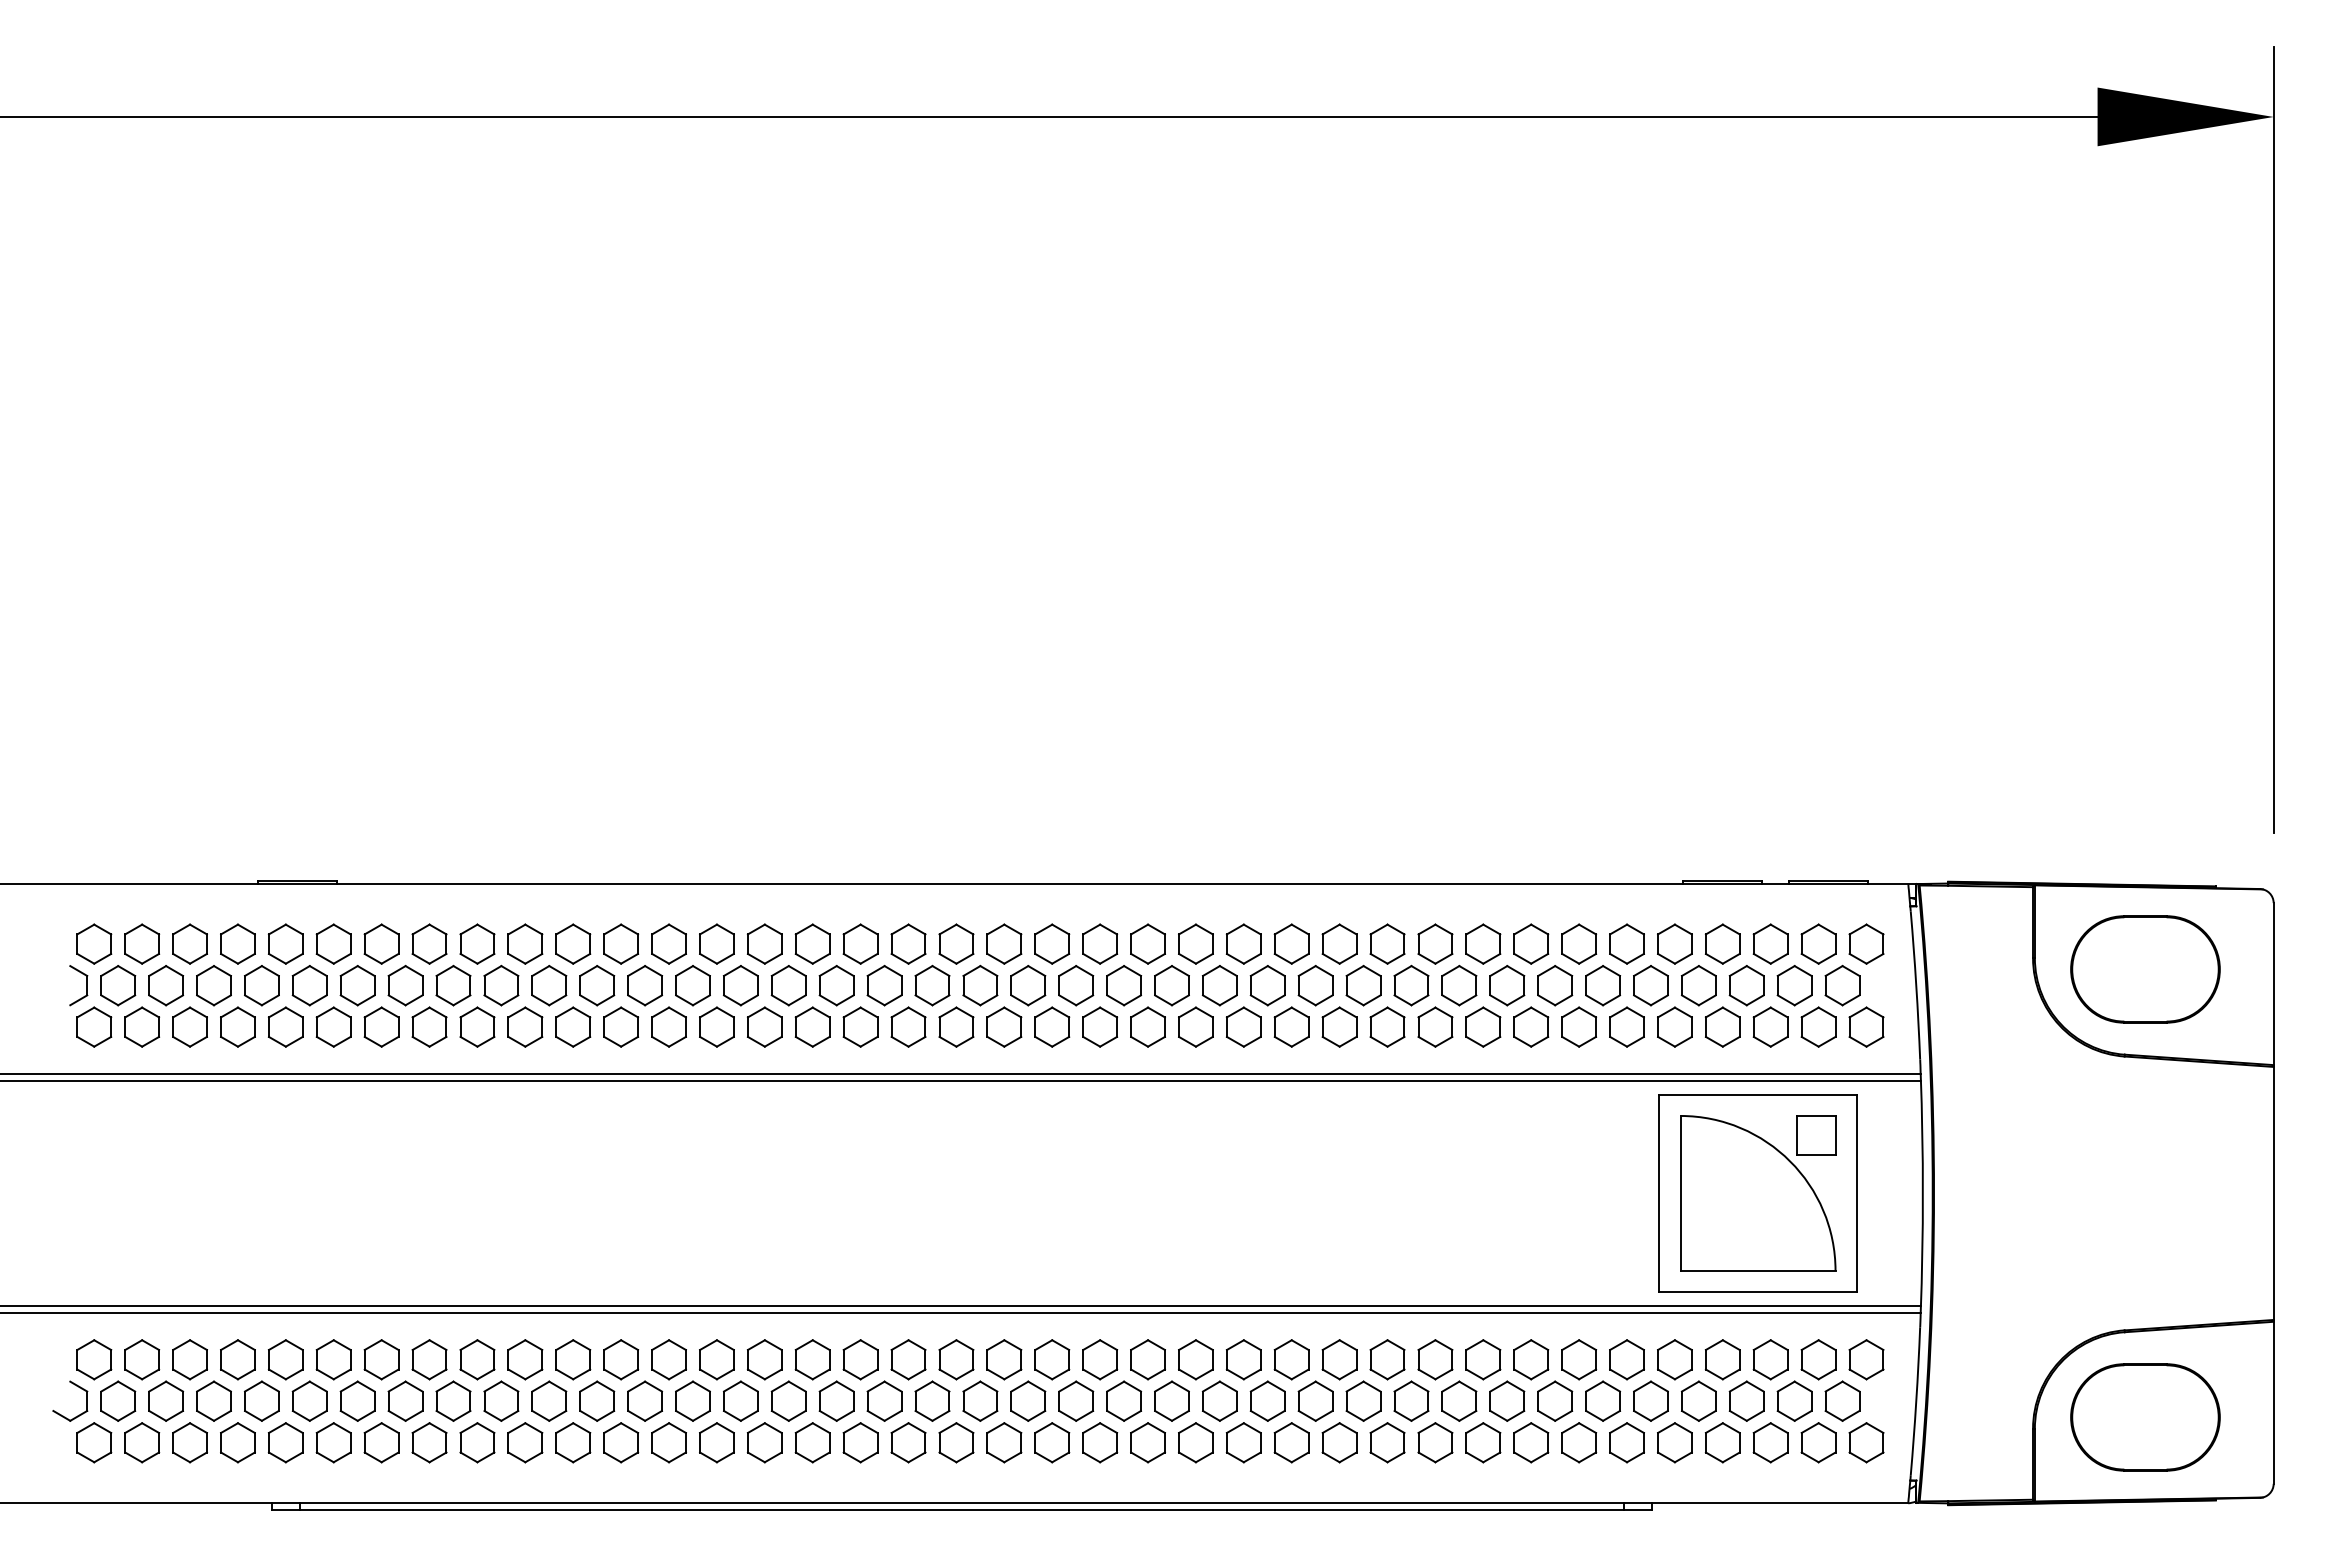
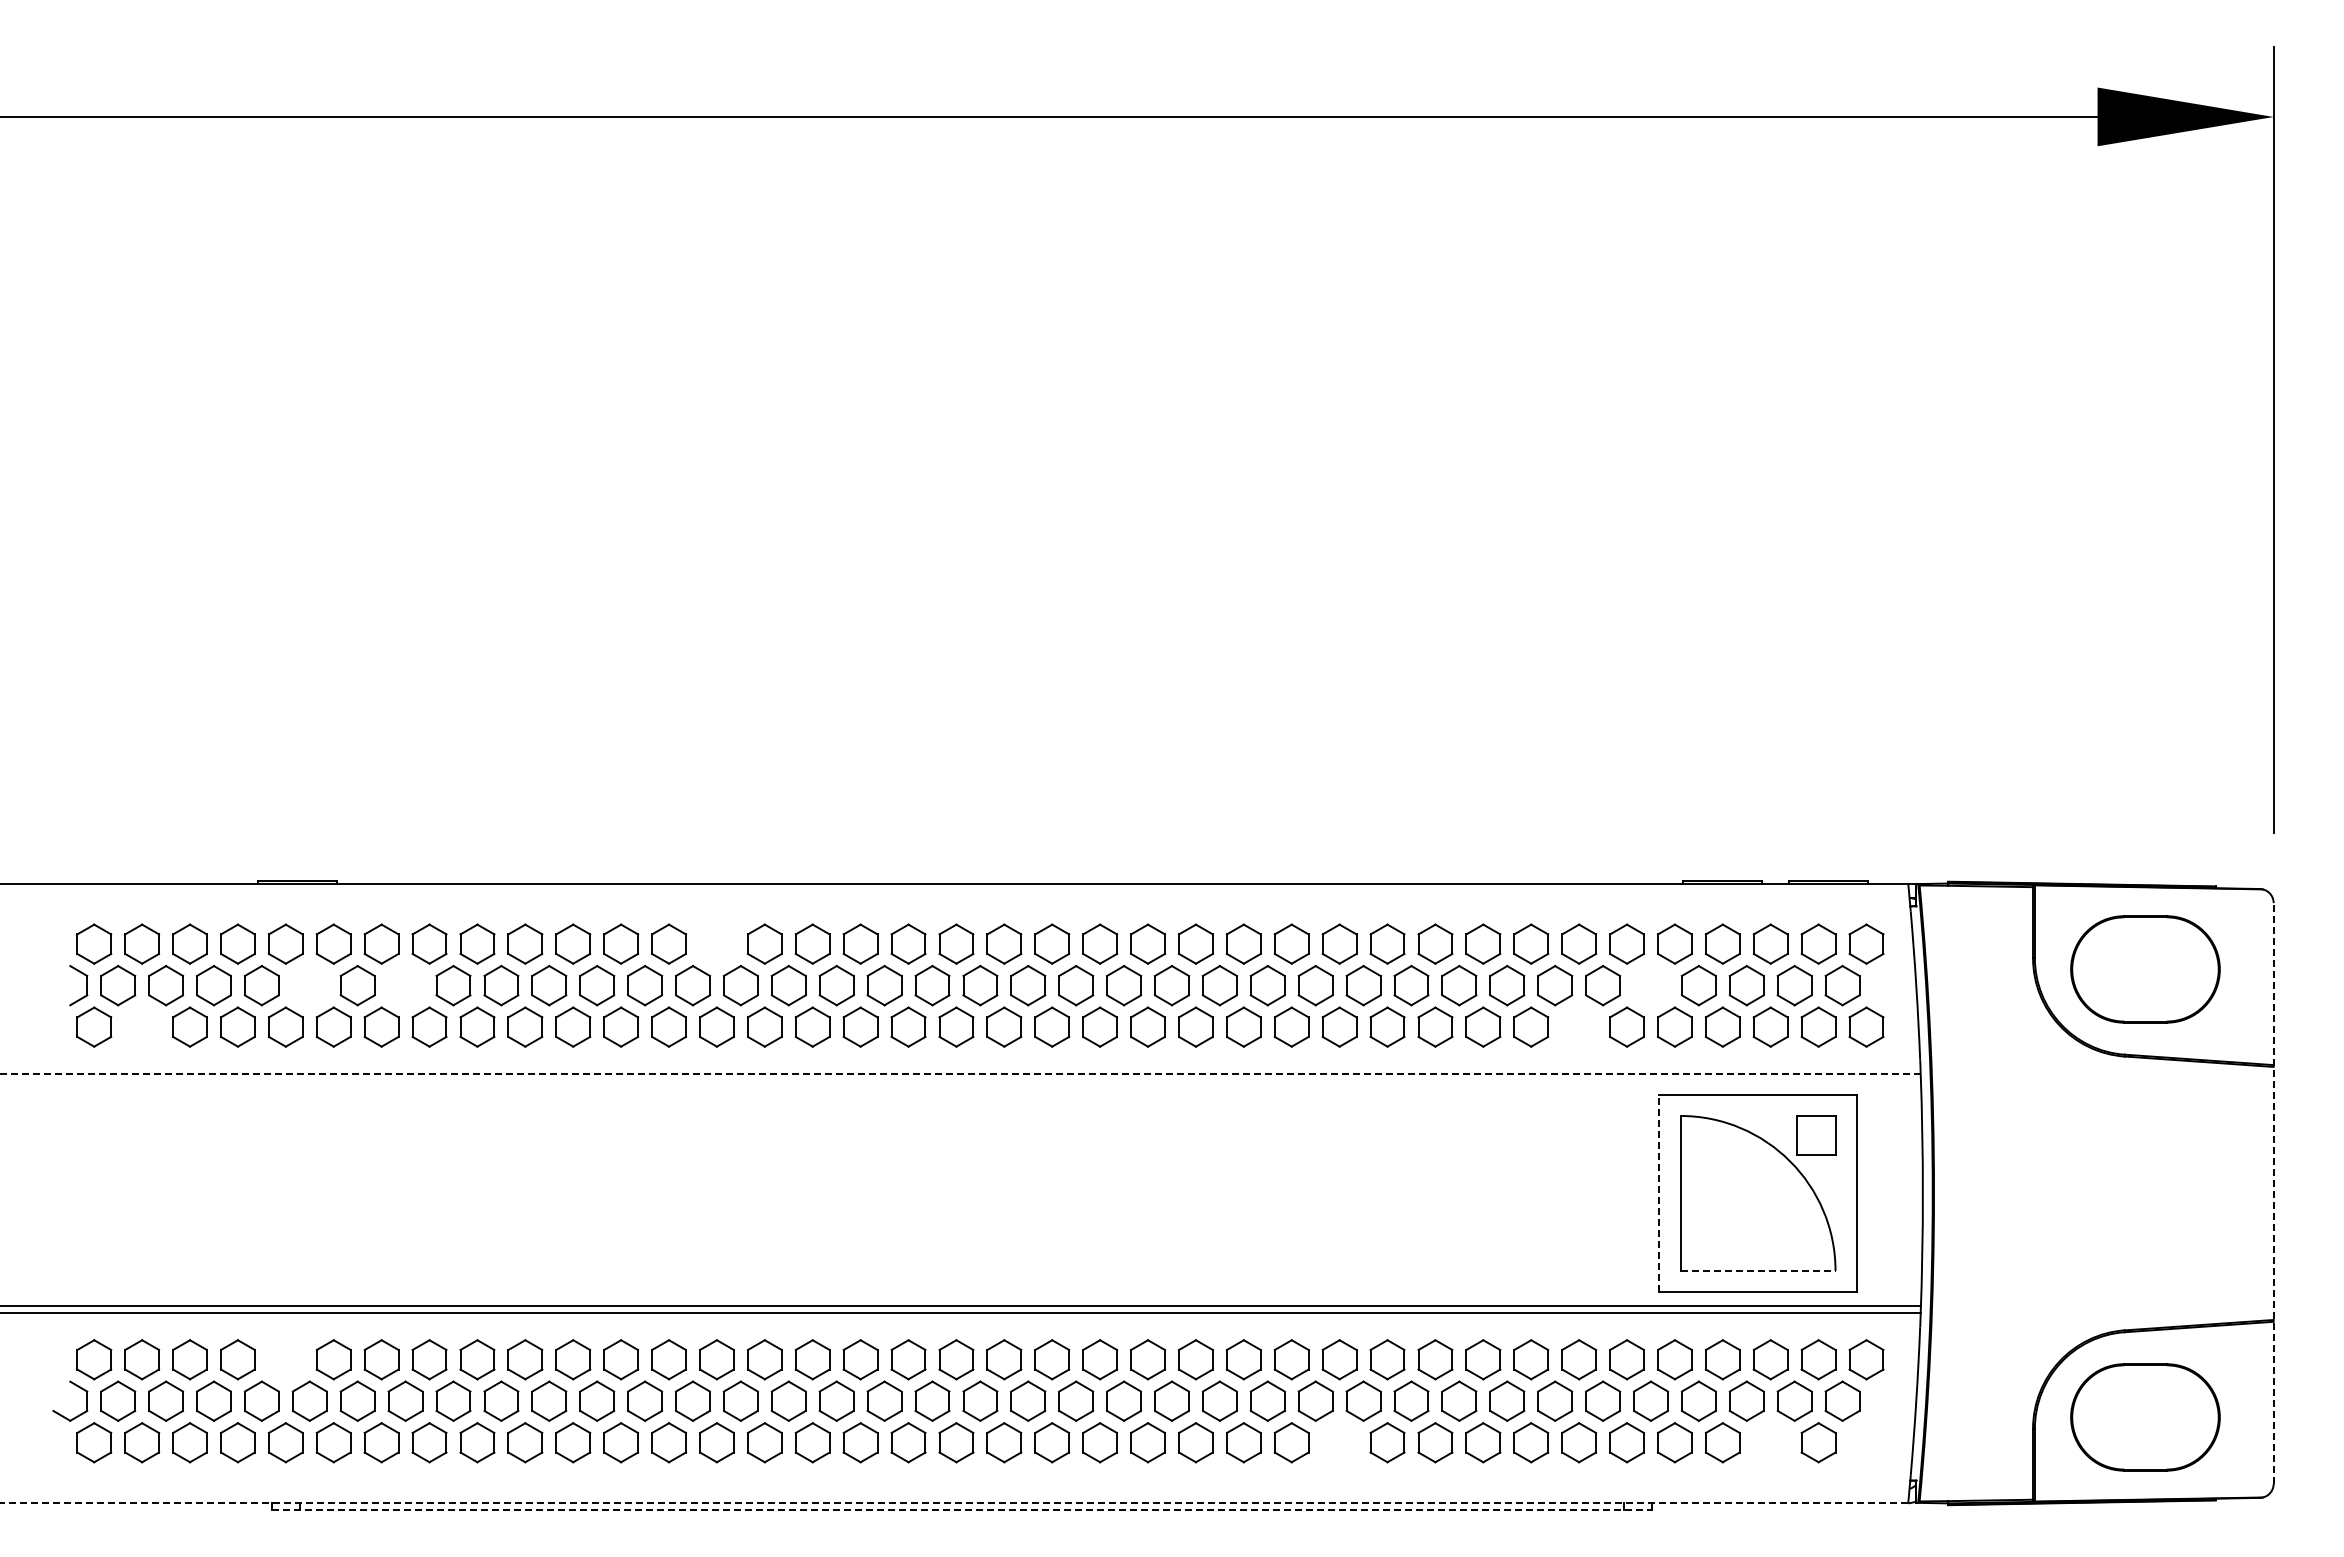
part at (716, 943): present -> none
part at (309, 985): present -> none
part at (405, 985): present -> none
part at (1650, 985): present -> none
part at (142, 1026): present -> none
part at (1579, 1026): present -> none
line at (960, 1073): solid -> dashed
line at (961, 1080): present -> none
line at (2273, 1192): solid -> dashed
line at (1659, 1193): solid -> dashed
line at (1758, 1270): solid -> dashed
part at (285, 1359): present -> none
part at (1339, 1442): present -> none
part at (1770, 1442): present -> none
part at (1866, 1442): present -> none
line at (953, 1503): solid -> dashed
line at (962, 1510): solid -> dashed
